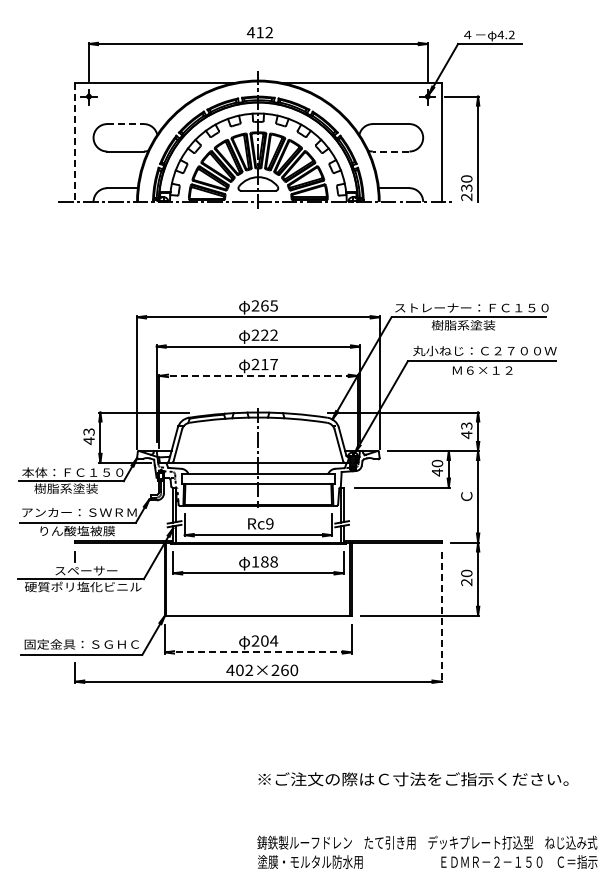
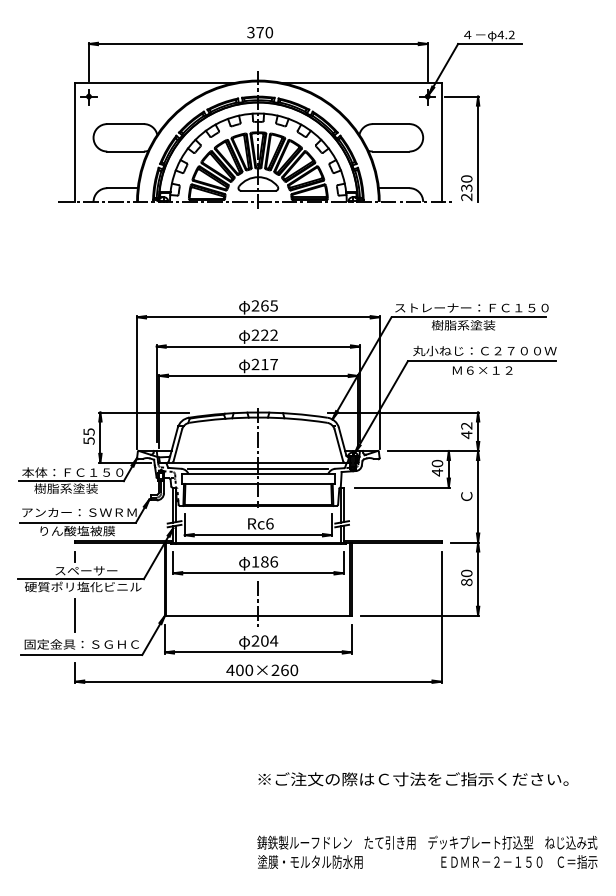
text at (259, 32): 412 -> 370
line at (126, 124): dashed -> solid
line at (75, 142): dashed -> solid
line at (390, 151): dashed -> solid
line at (258, 375): dashed -> solid
text at (466, 425): 43 -> 42
text at (88, 436): 43 -> 55
line at (258, 468): none -> present
text at (269, 523): Rc9 -> Rc6
text at (273, 561): 188 -> 186
text at (466, 582): 20 -> 80
line at (258, 604): none -> present
line at (75, 615): none -> present
line at (441, 617): dashed -> solid
line at (258, 652): dashed -> solid
text at (249, 670): 402×260 -> 400×260
